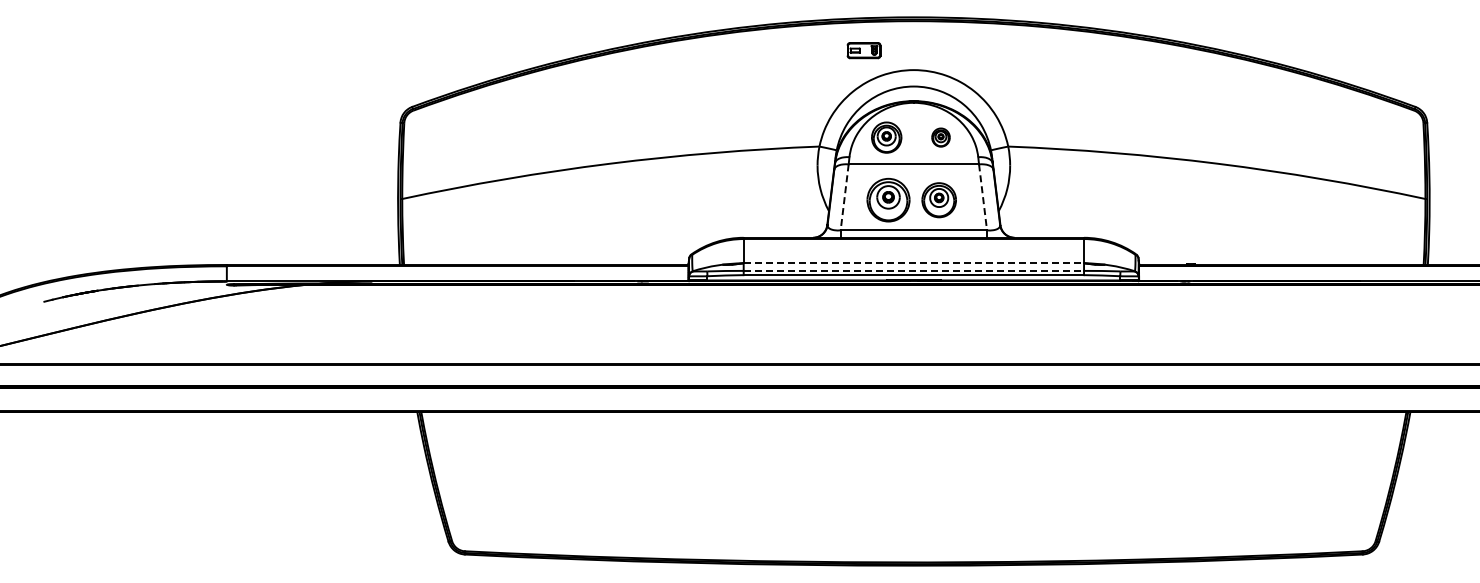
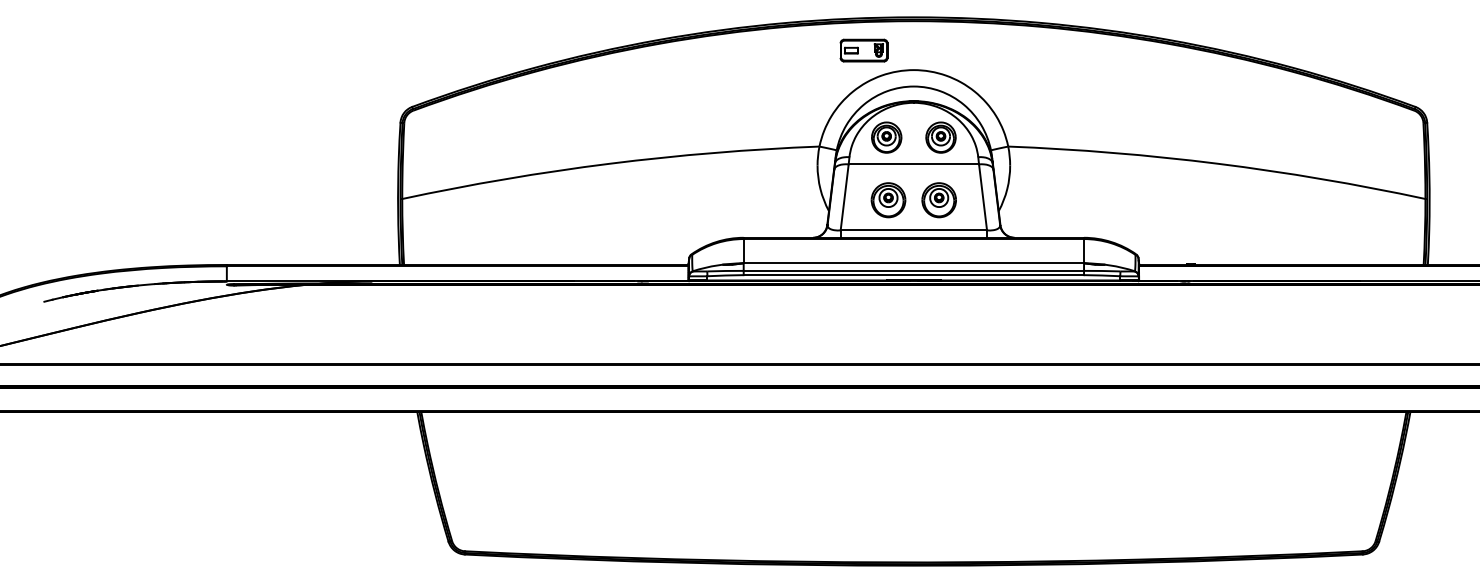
part at (863, 50) size: 36x18 px -> 50x25 px
part at (940, 137) size: 20x21 px -> 32x33 px
line at (844, 197): dashed -> solid
line at (983, 197): dashed -> solid
part at (888, 199) size: 45x46 px -> 37x37 px
line at (914, 263): dashed -> solid
line at (914, 270): dashed -> solid
